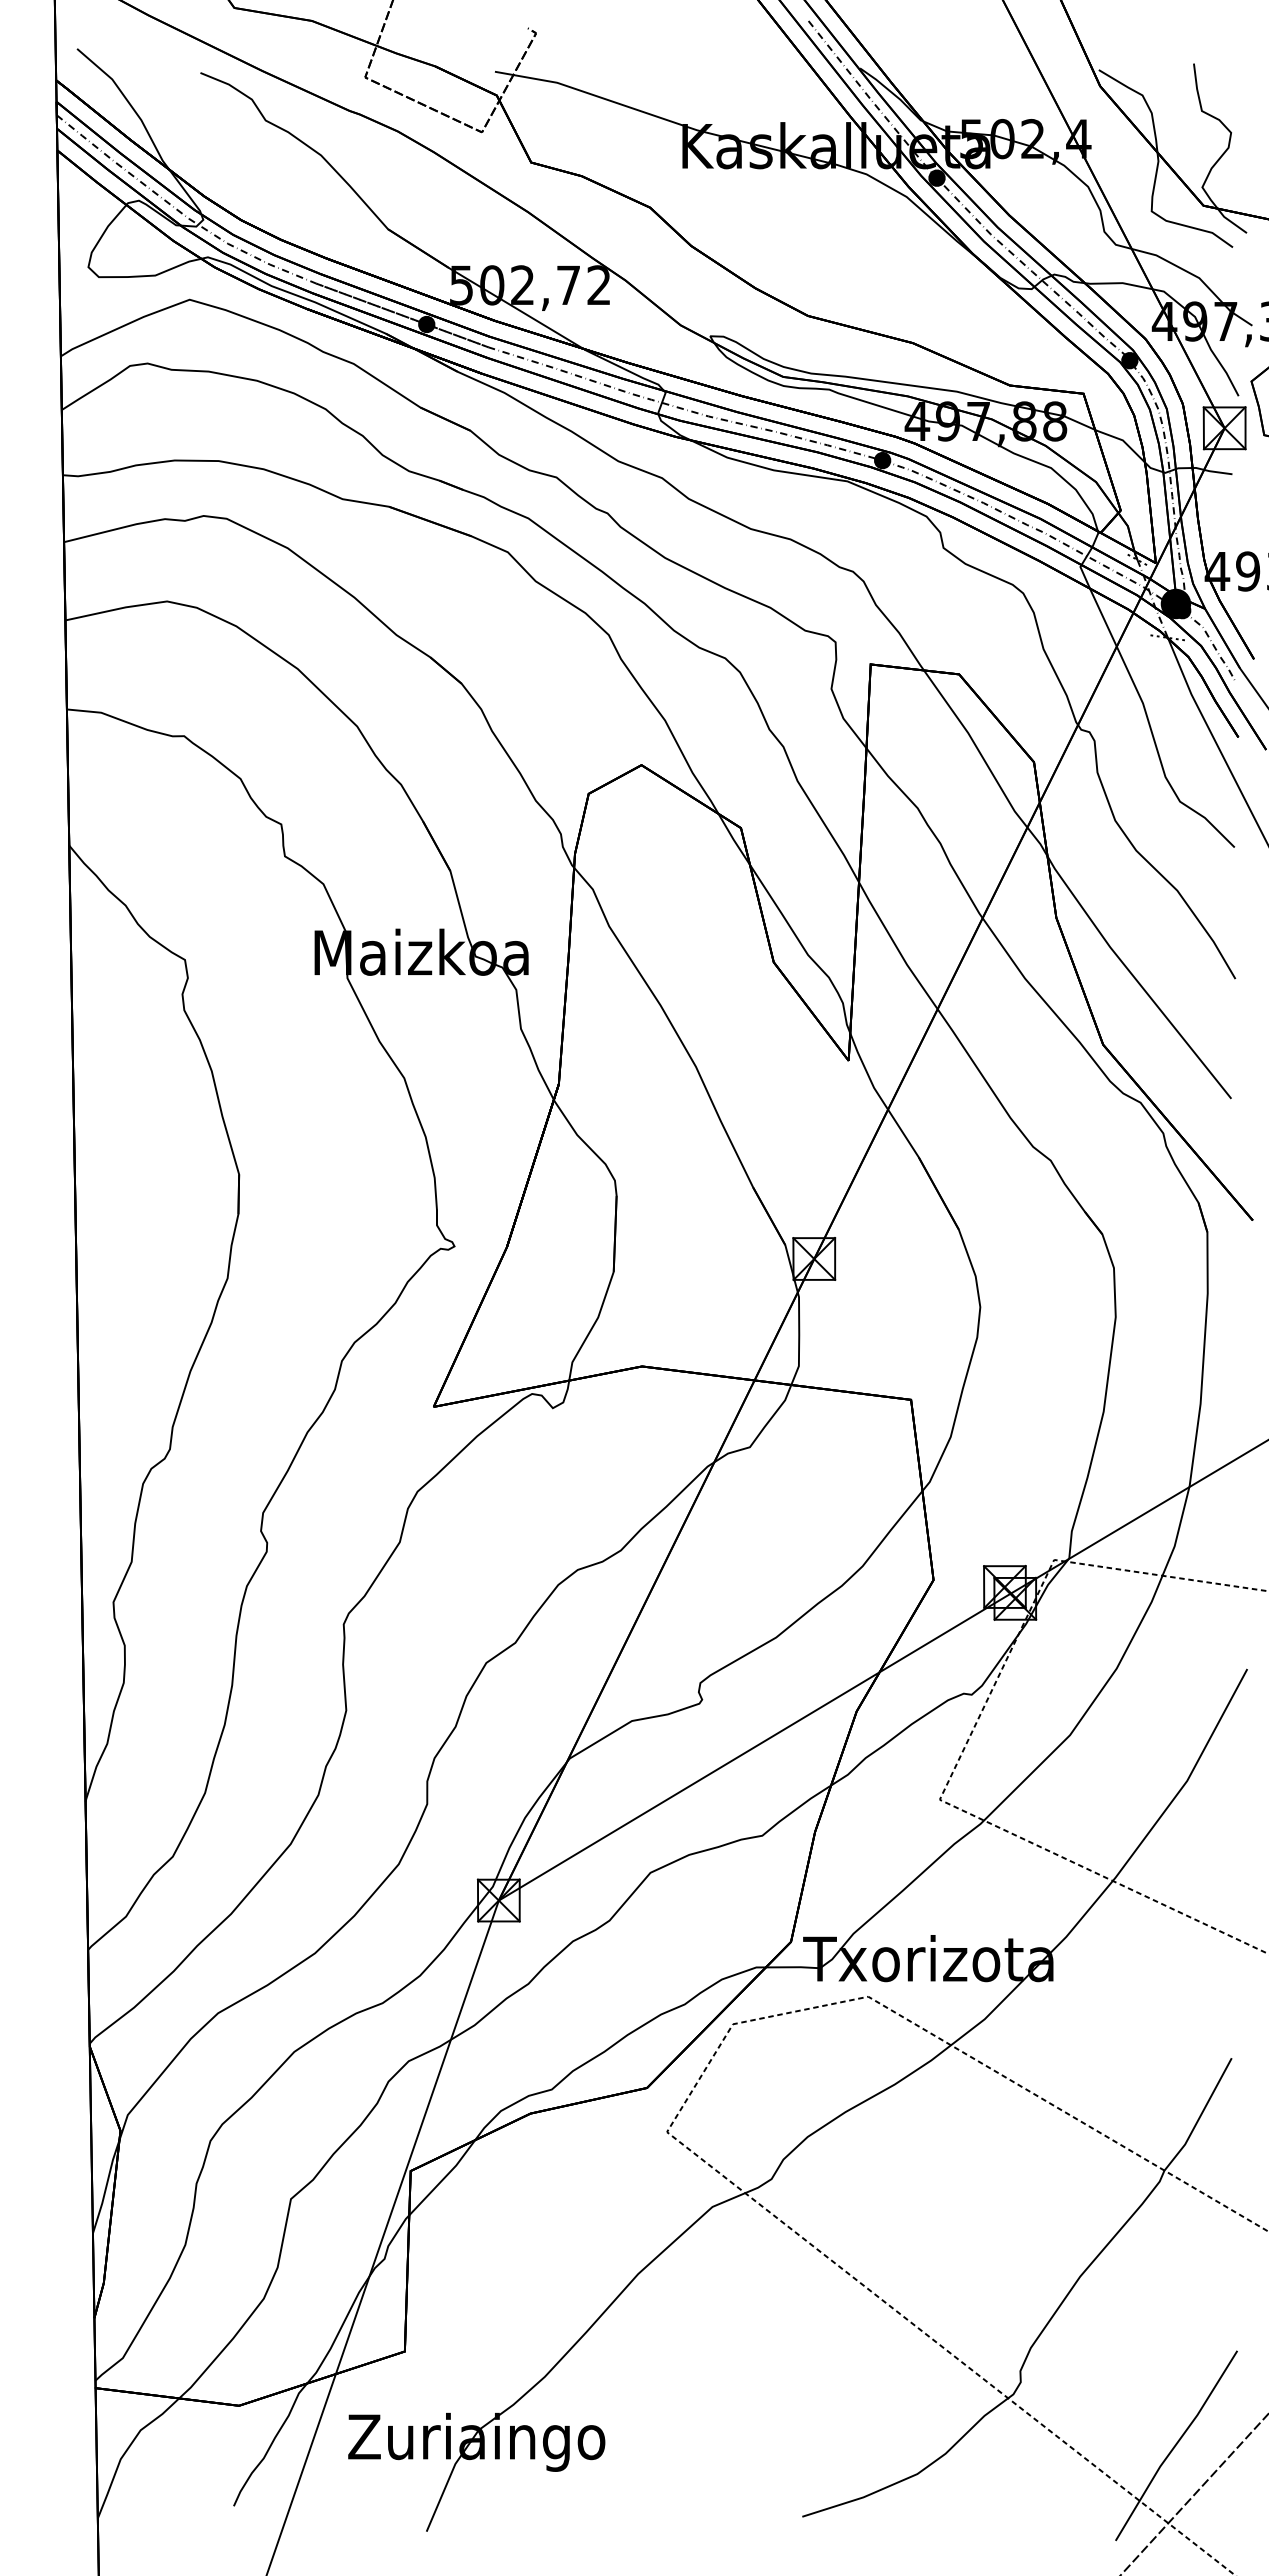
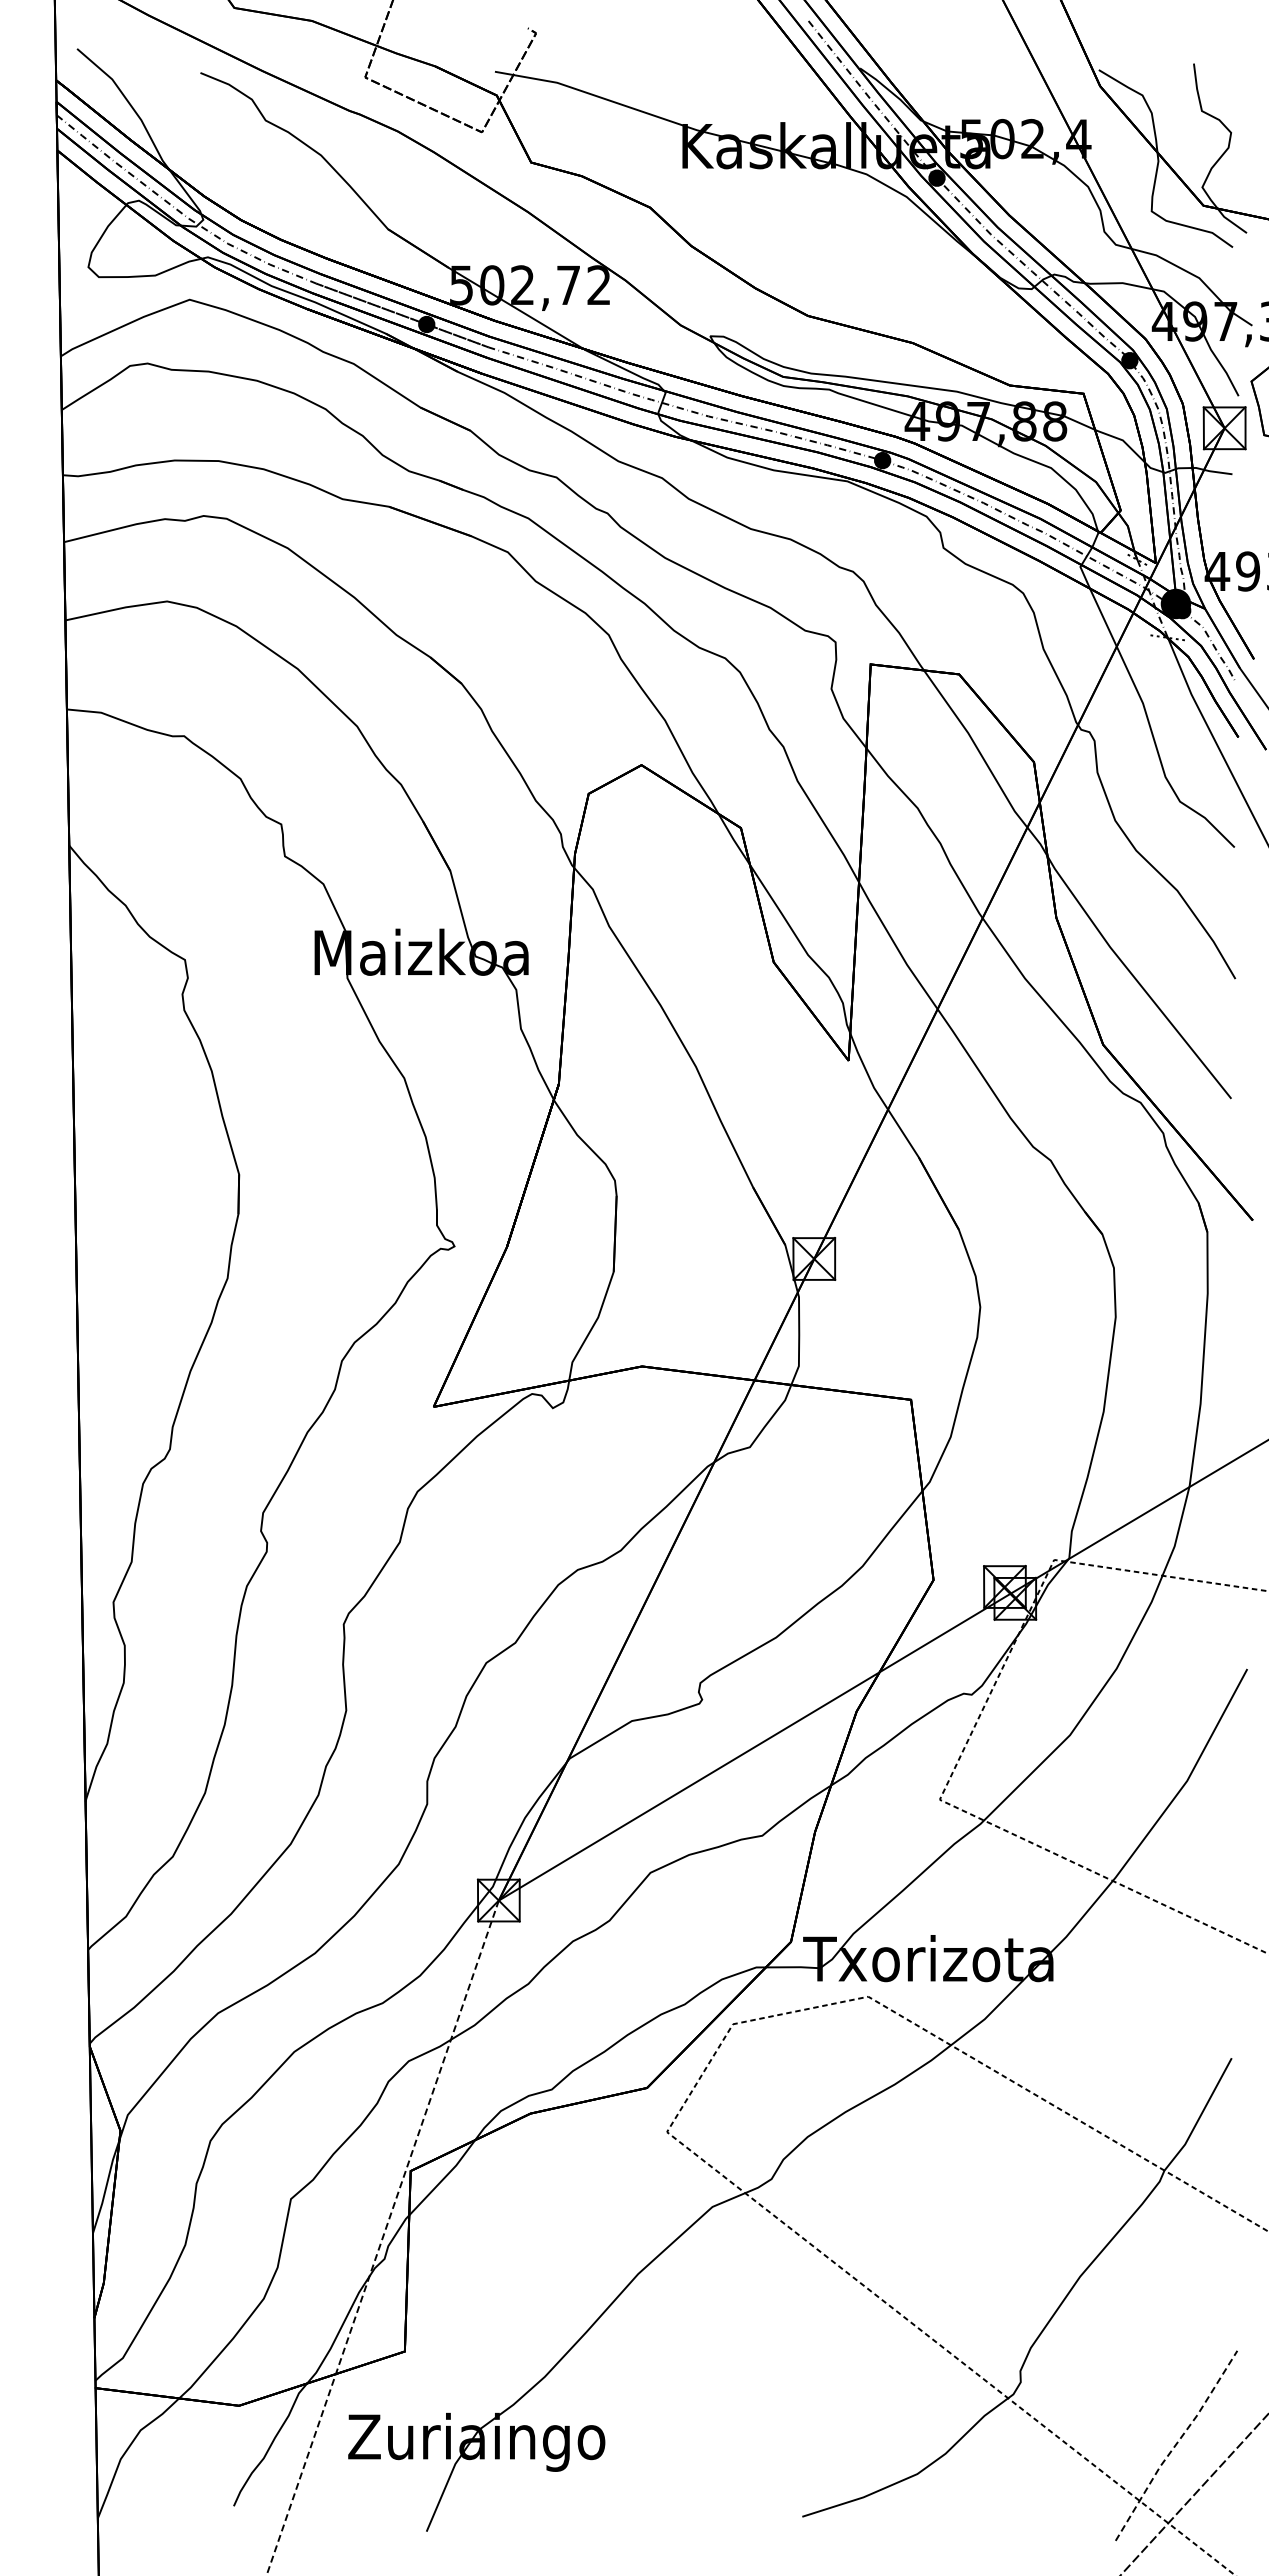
line at (382, 2238): solid -> dashed
line at (1175, 2444): solid -> dashed
